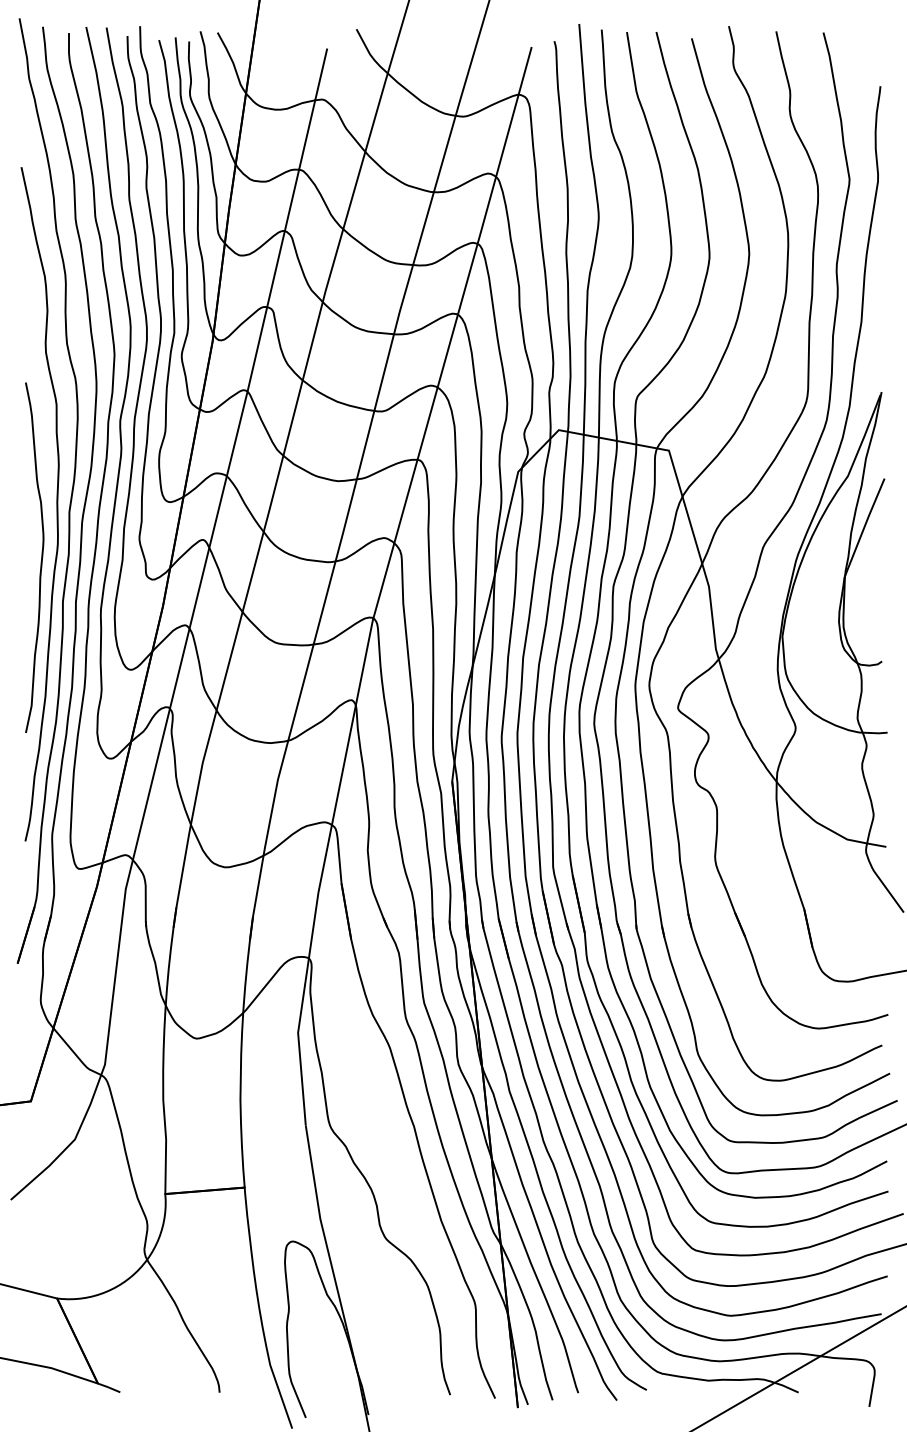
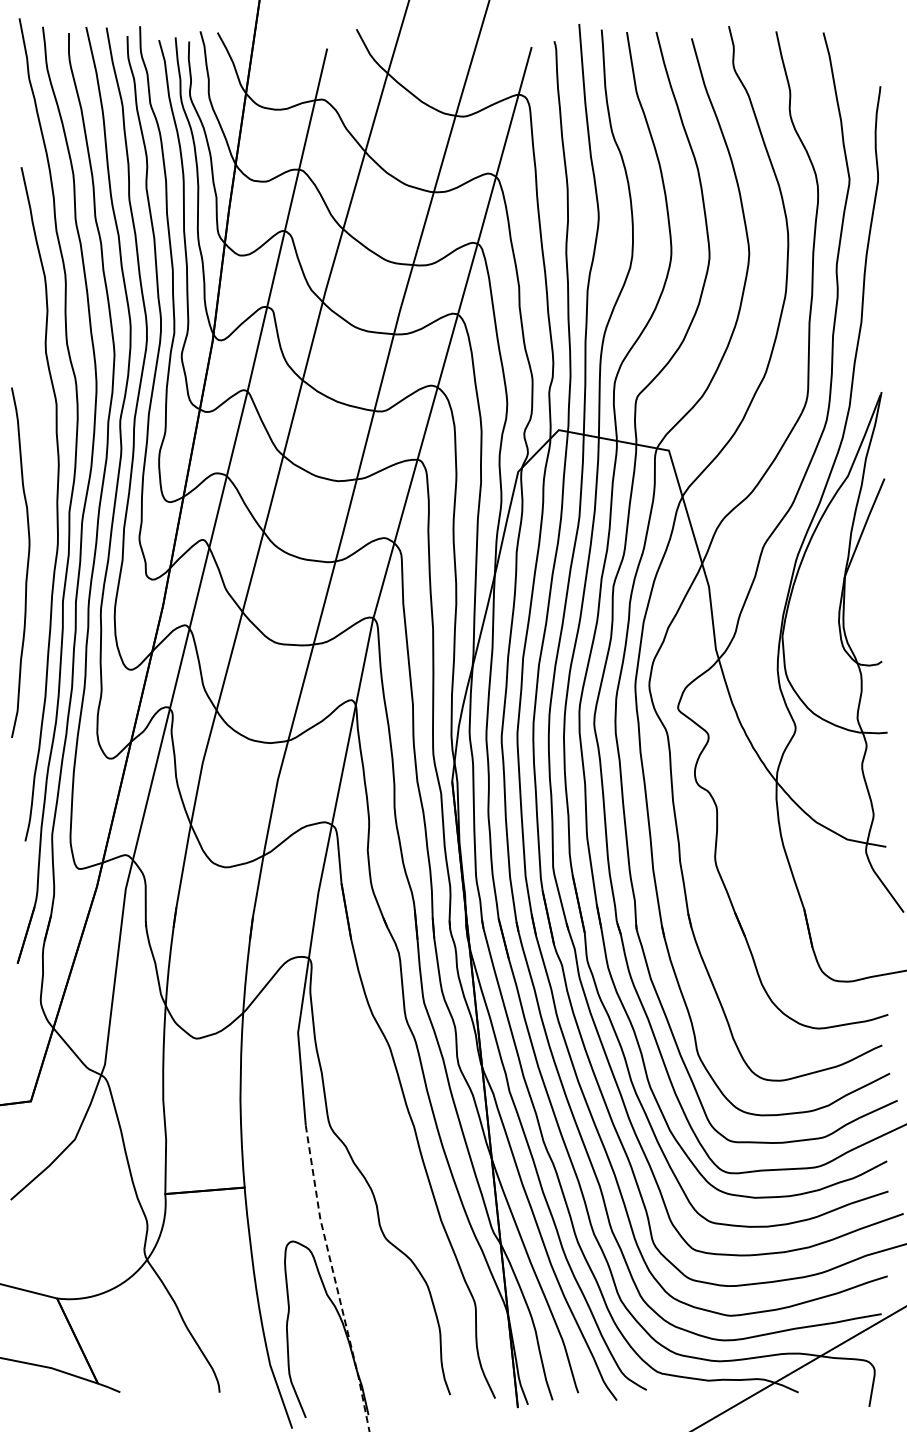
curve at (41, 557) position: (41, 557) -> (27, 562)
line at (334, 1279): solid -> dashed
